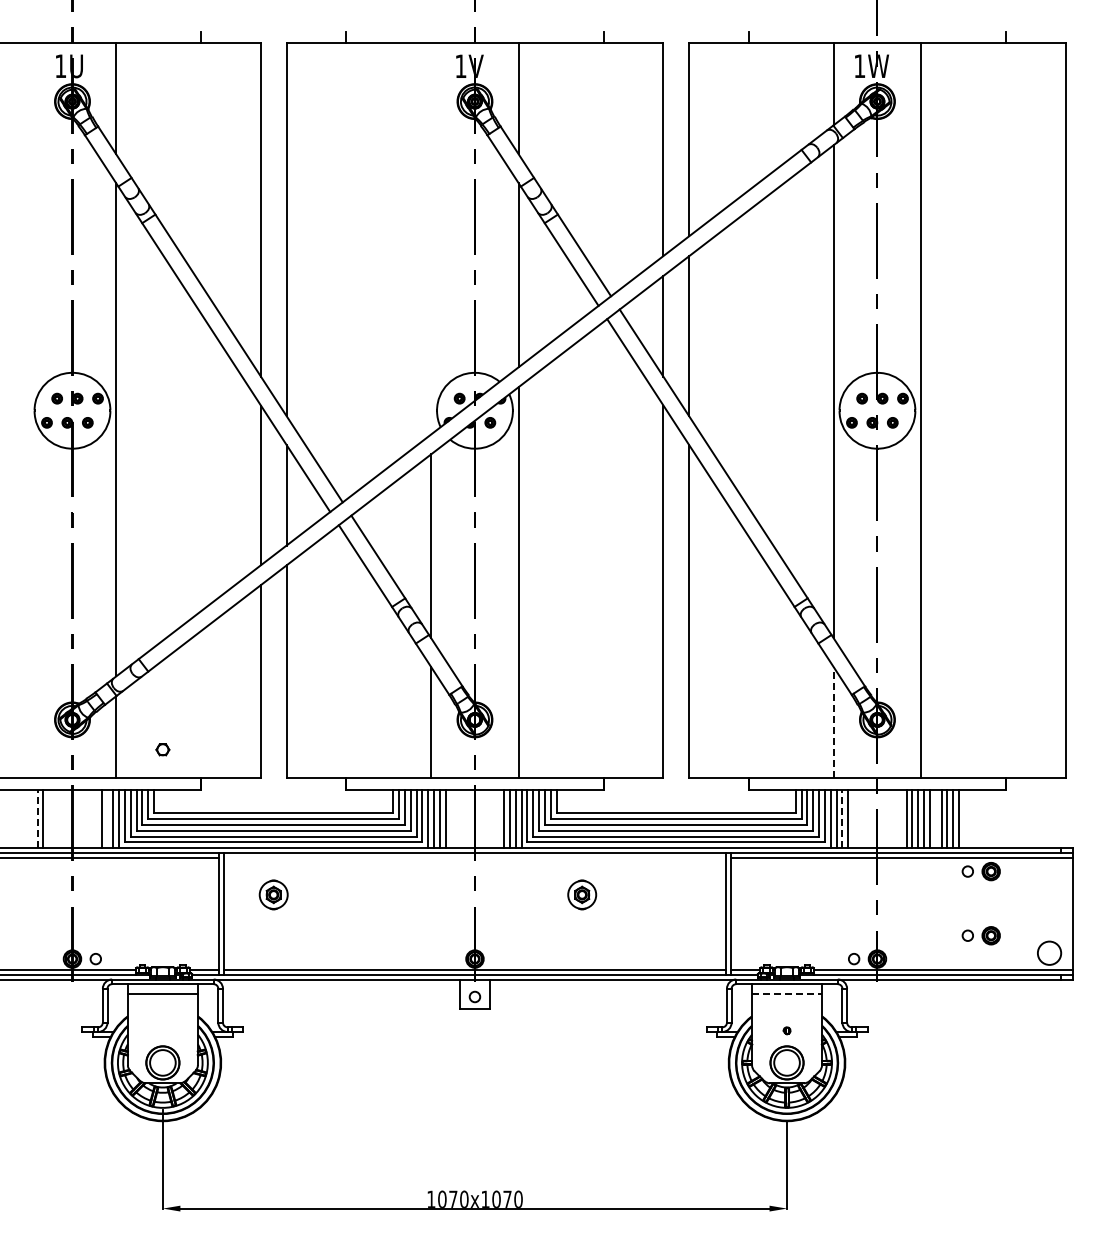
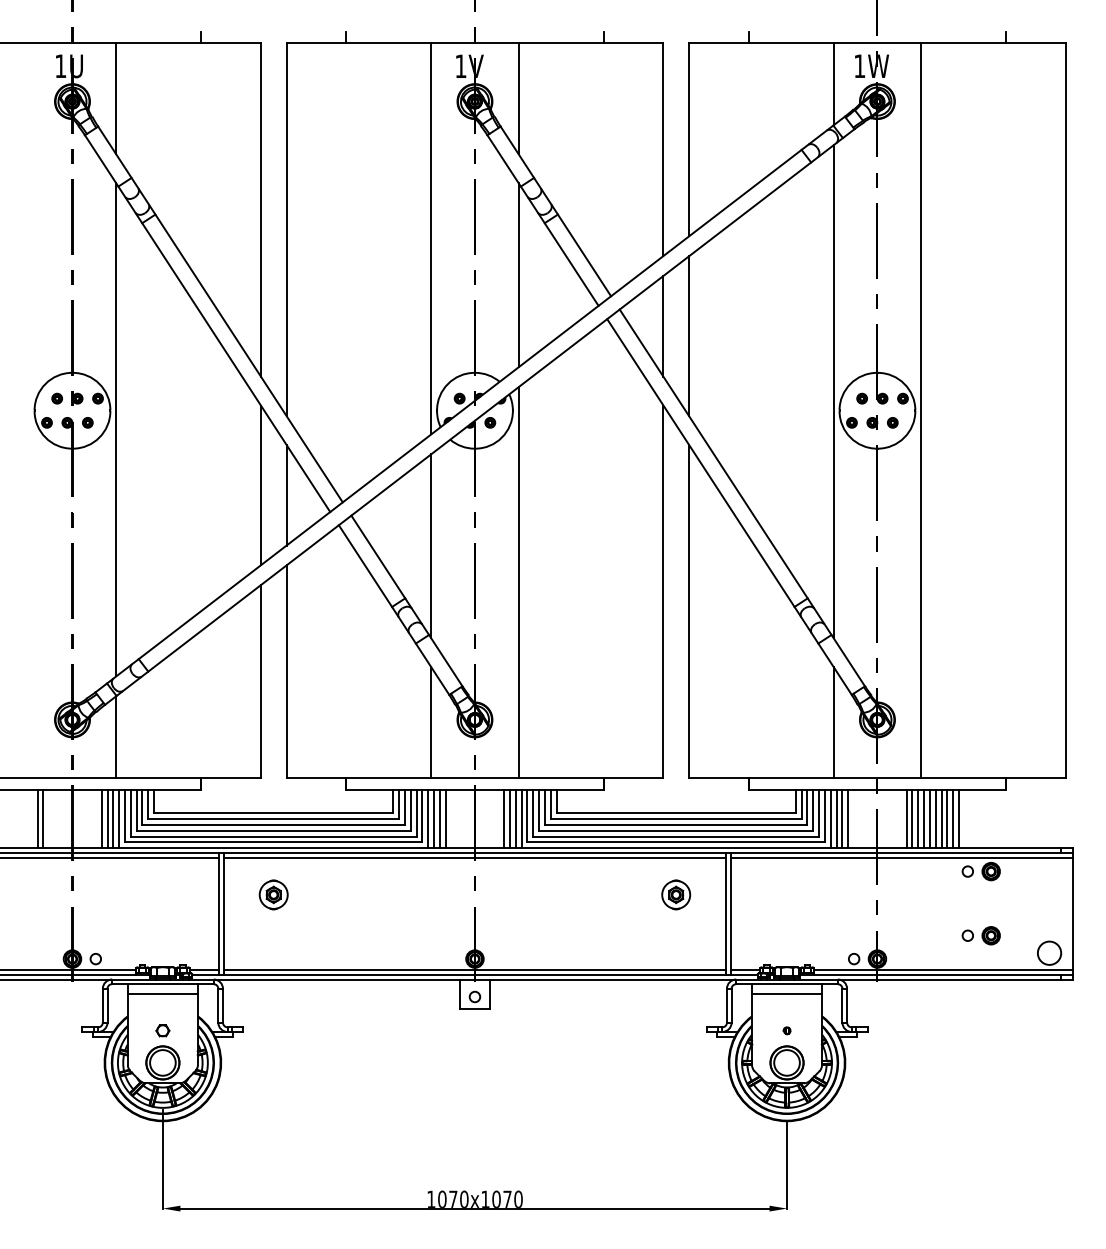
line at (431, 238): none -> present
line at (833, 722): dashed -> solid
part at (162, 749) position: (162, 749) -> (162, 1030)
line at (37, 818): dashed -> solid
line at (107, 818): none -> present
line at (842, 818): dashed -> solid
line at (935, 818): none -> present
line at (474, 857): none -> present
part at (582, 894) position: (582, 894) -> (676, 894)
line at (787, 993): dashed -> solid
